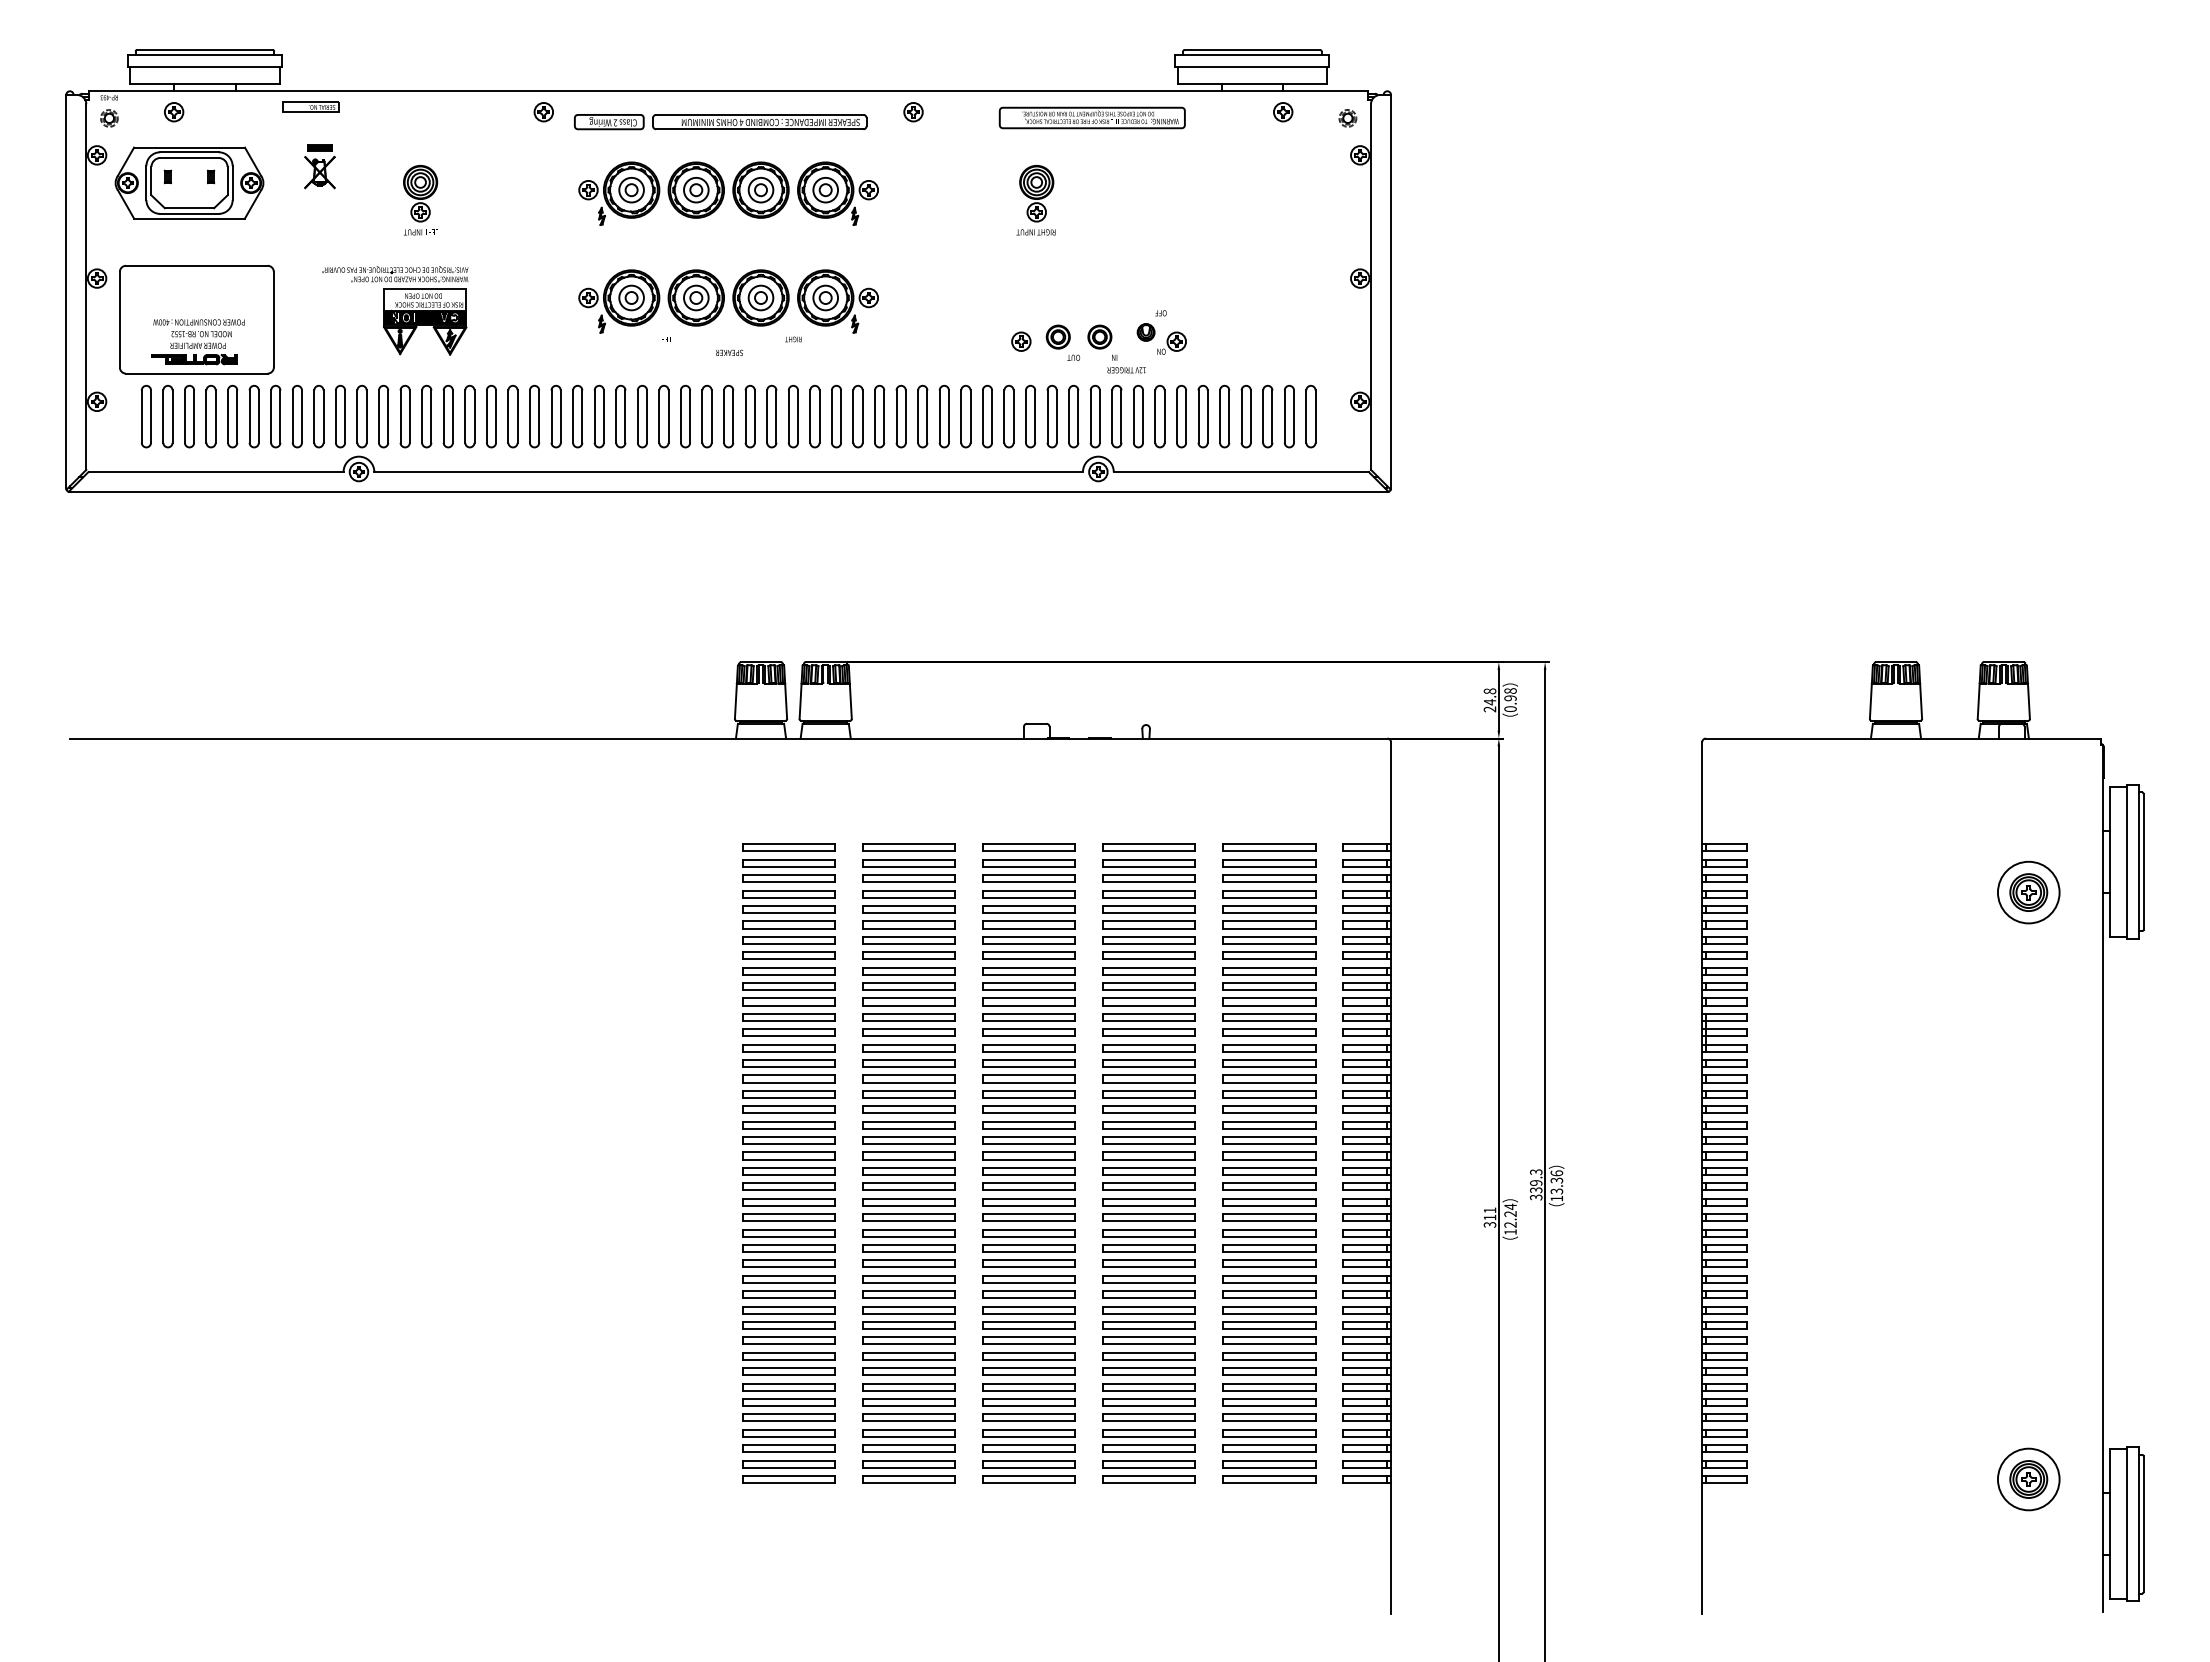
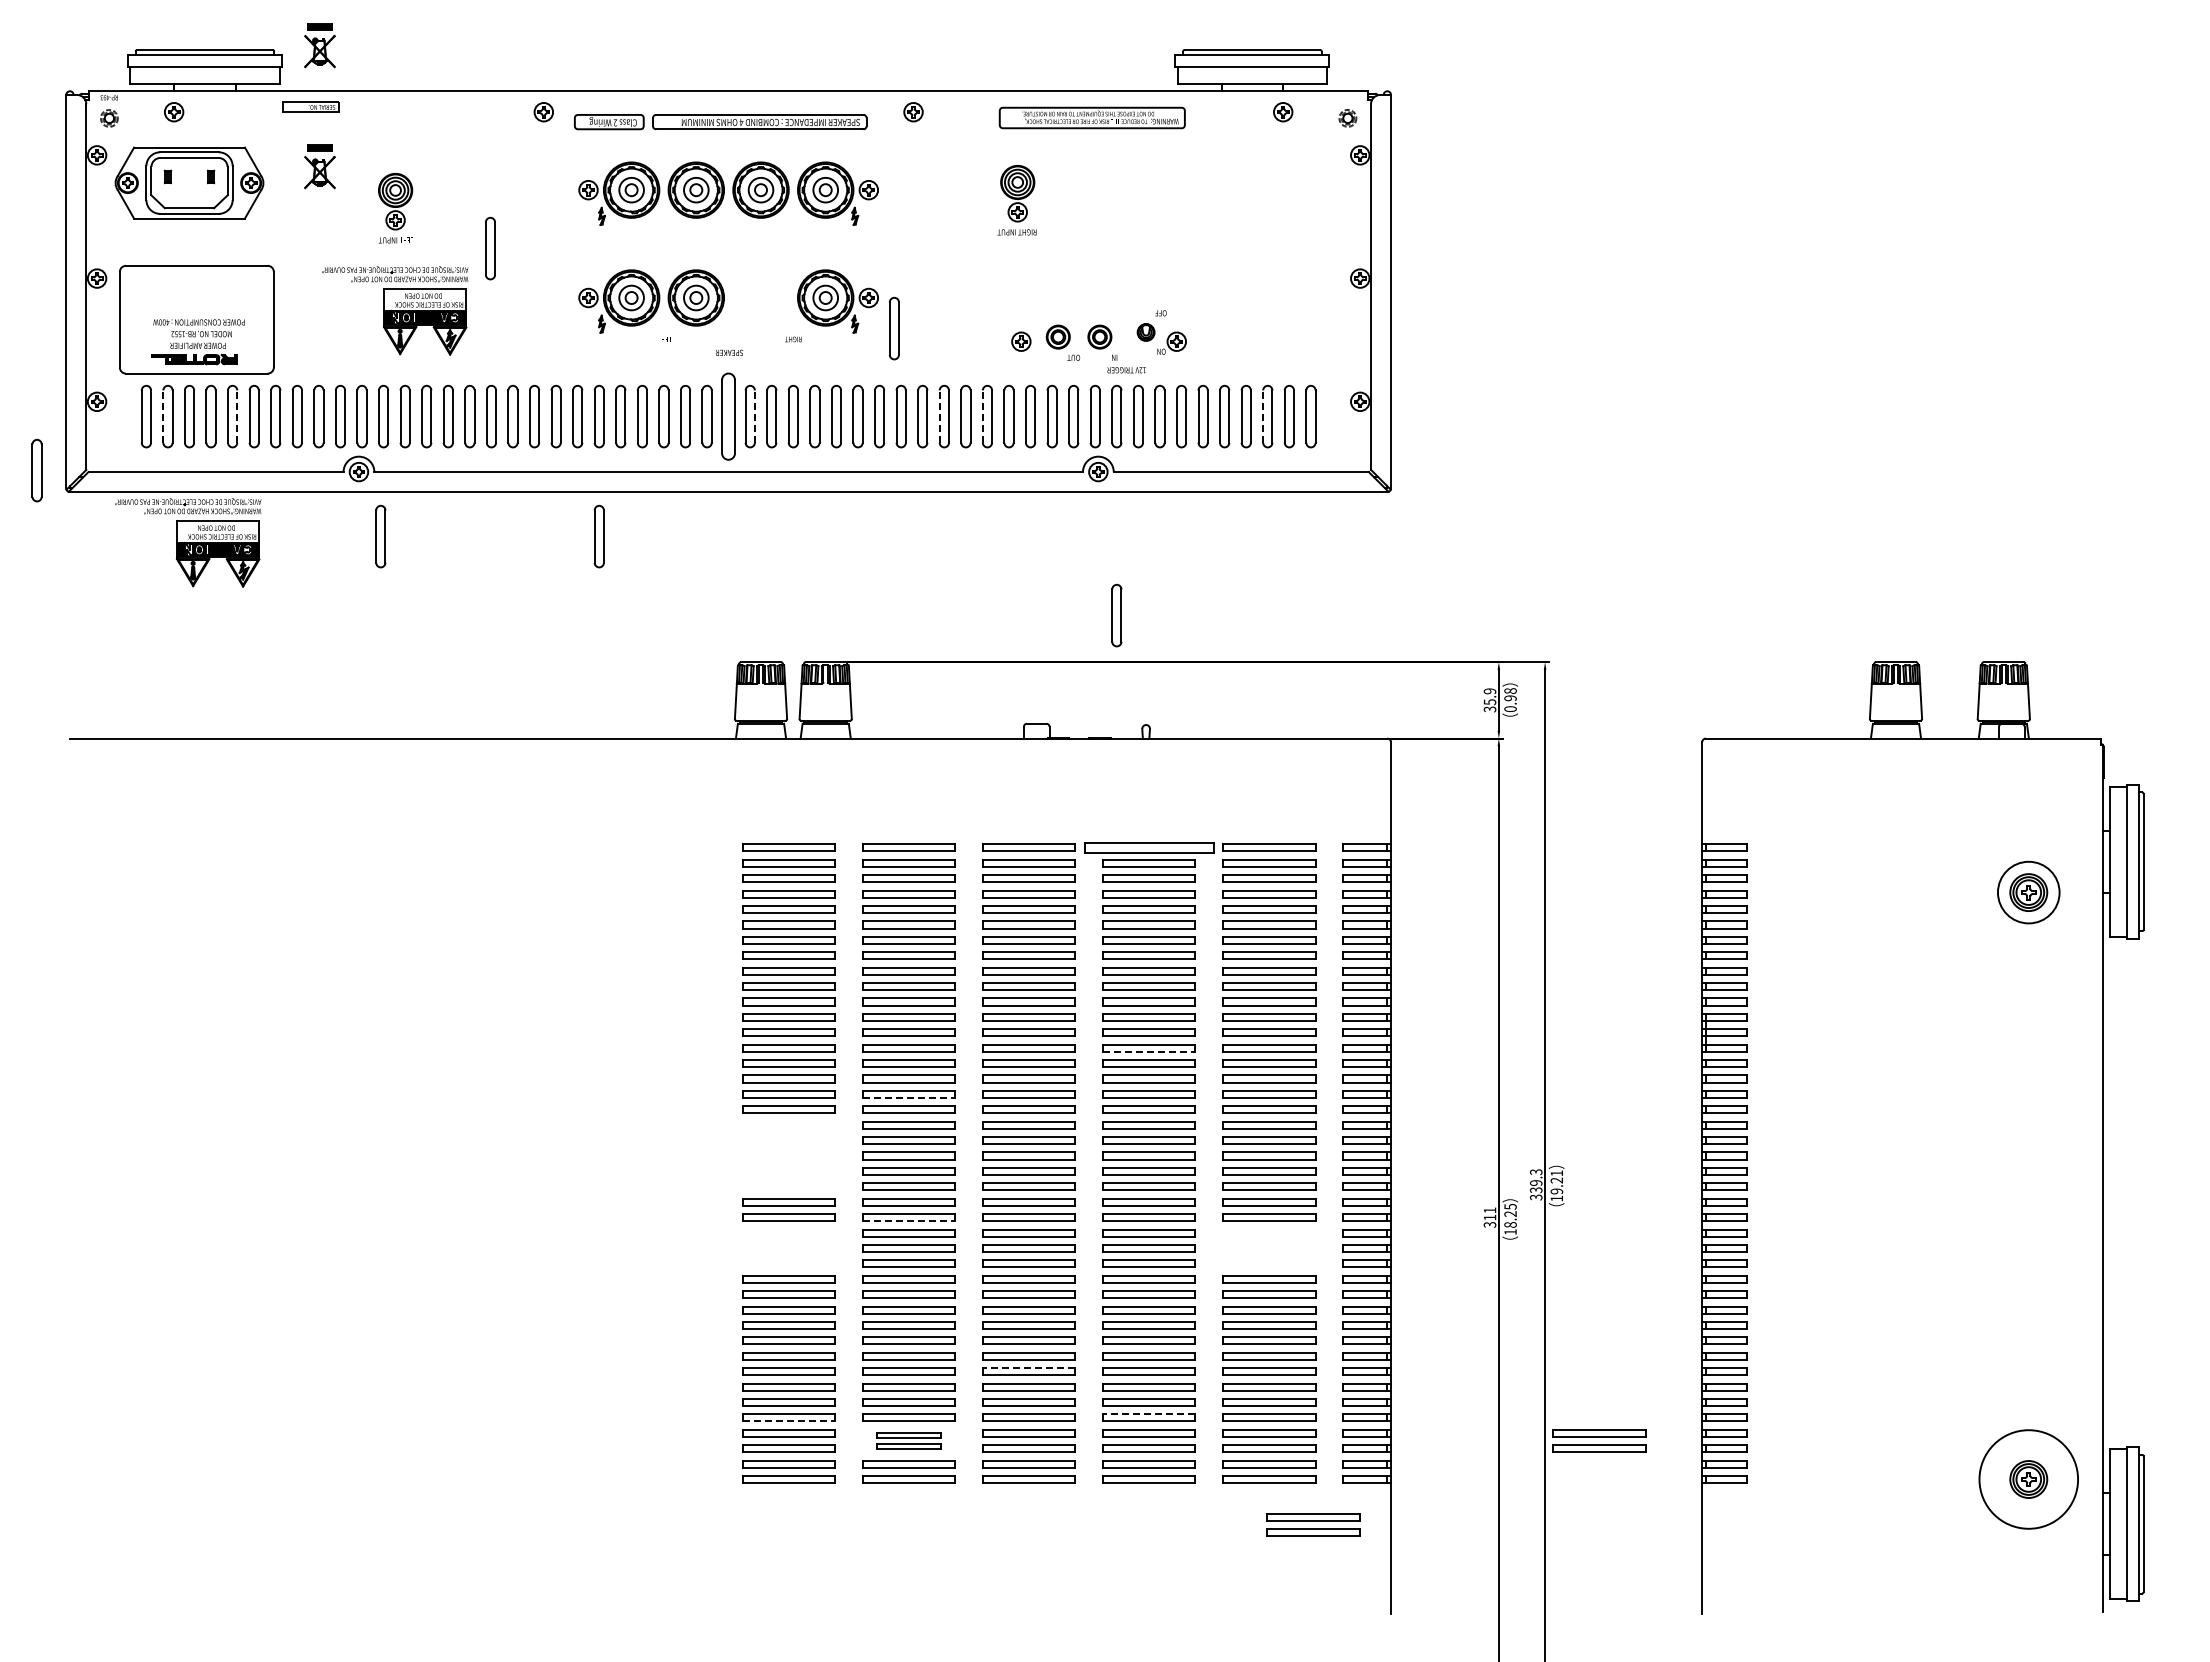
part at (319, 45): none -> present
part at (420, 200) position: (420, 200) -> (395, 208)
part at (1035, 200) position: (1035, 200) -> (1016, 200)
part at (490, 248): none -> present
part at (760, 297): present -> none
part at (893, 328): none -> present
line at (163, 416): solid -> dashed
line at (237, 416): solid -> dashed
part at (728, 416) size: 12x65 px -> 15x89 px
line at (754, 416): solid -> dashed
line at (939, 416): solid -> dashed
line at (982, 416): solid -> dashed
line at (1263, 416): solid -> dashed
part at (36, 470): none -> present
part at (380, 536): none -> present
part at (598, 536): none -> present
part at (188, 542): none -> present
part at (1116, 615): none -> present
text at (1489, 700): 24.8 -> 35.9
part at (1148, 847) size: 94x9 px -> 131x12 px
line at (1149, 1051): solid -> dashed
line at (909, 1097): solid -> dashed
part at (788, 1155): present -> none
text at (1556, 1182): 13.36 -> 19.21
text at (1510, 1215): 12.24 -> 18.25
line at (909, 1221): solid -> dashed
part at (788, 1248): present -> none
part at (1269, 1248): present -> none
line at (1028, 1368): solid -> dashed
line at (1148, 1414): solid -> dashed
line at (789, 1421): solid -> dashed
part at (908, 1440) size: 94x24 px -> 66x18 px
part at (1599, 1440): none -> present
circle at (2028, 1479) diameter: 62 px -> 99 px
part at (1313, 1524): none -> present
